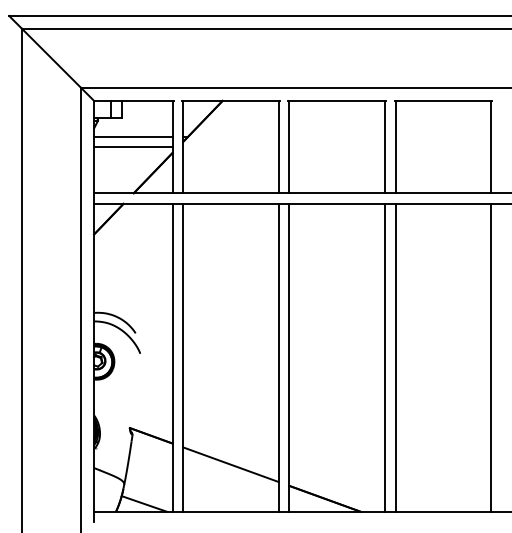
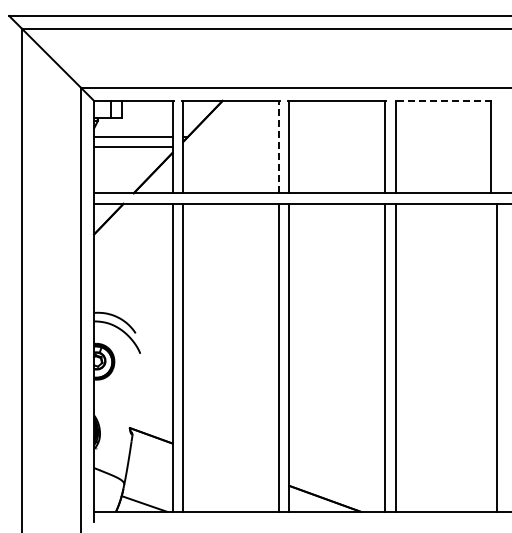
line at (443, 100): solid -> dashed
line at (278, 146): solid -> dashed
line at (491, 357) position: (491, 357) -> (497, 357)
line at (230, 464): present -> none
